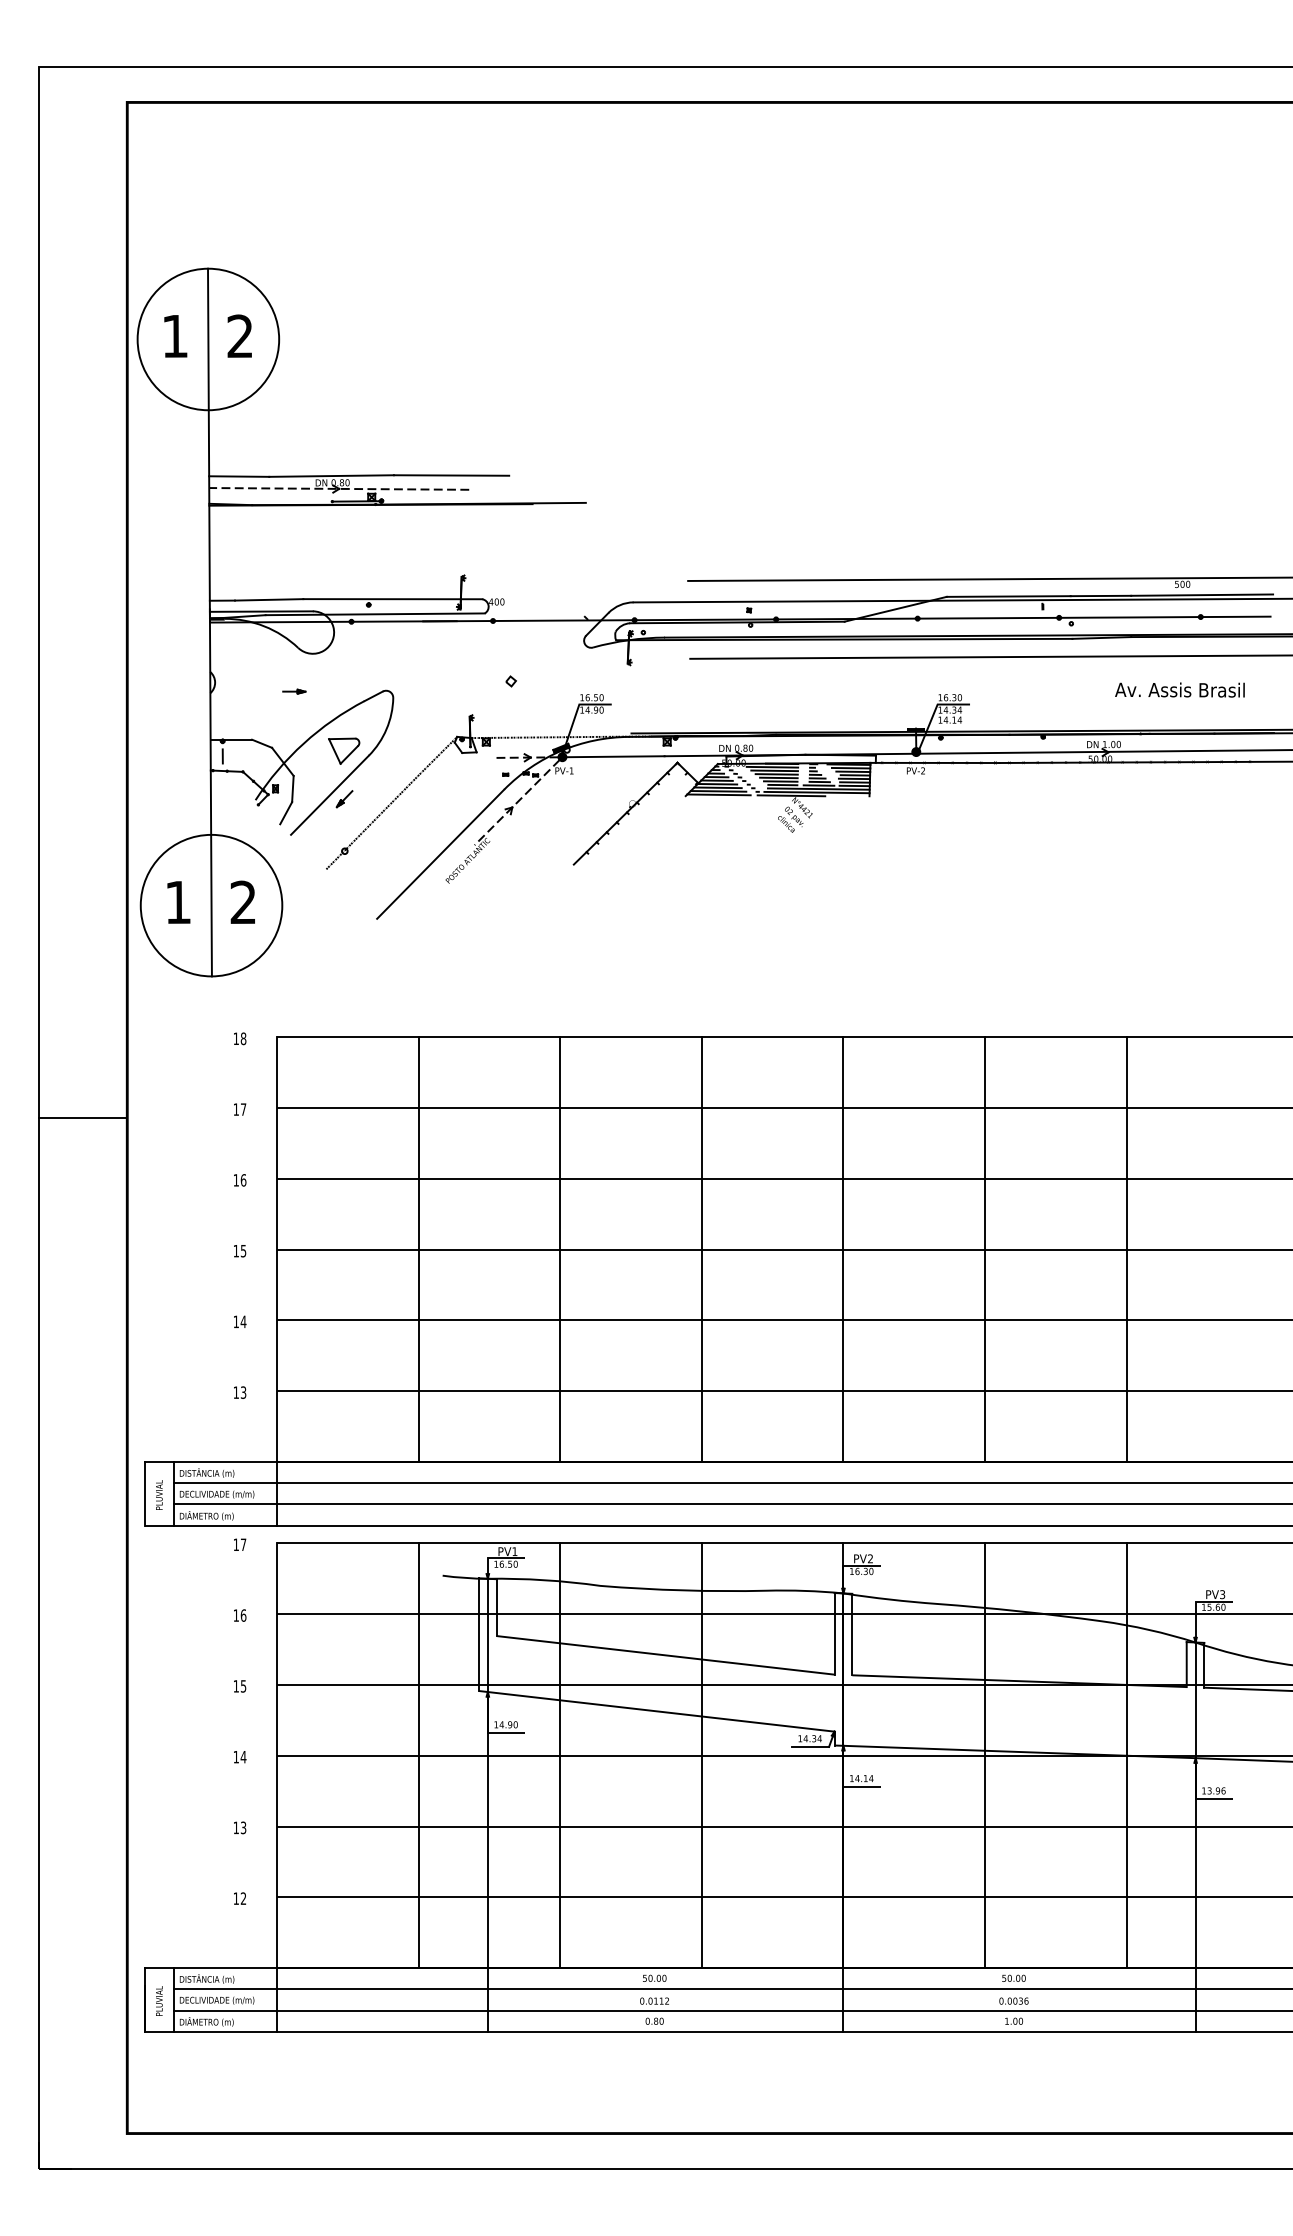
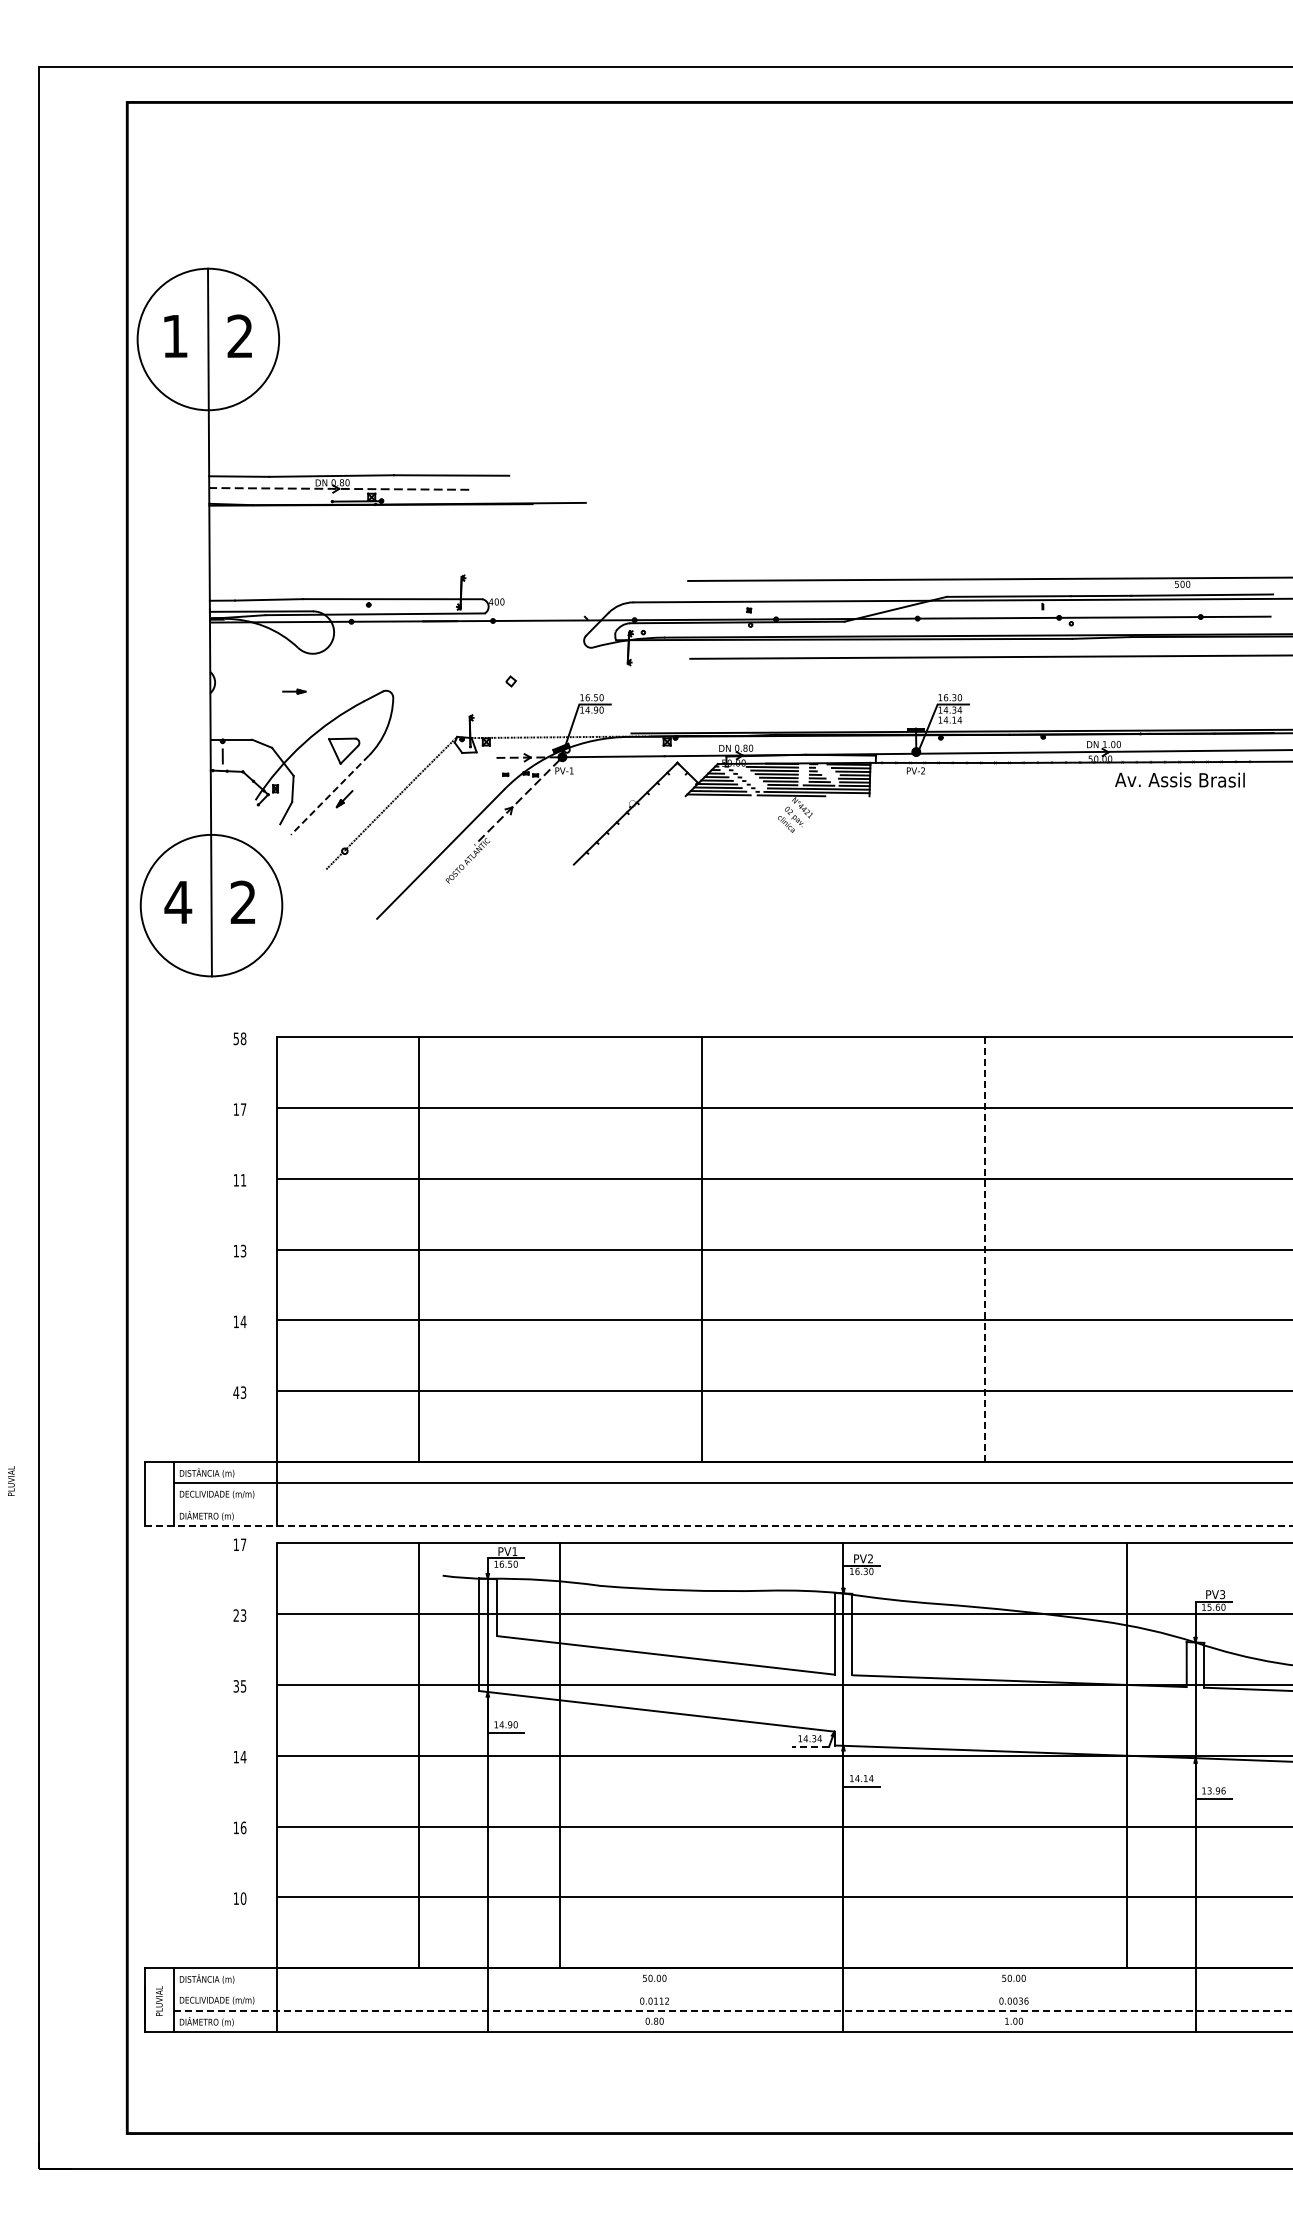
text at (1179, 689) position: (1179, 689) -> (1179, 779)
line at (329, 795): solid -> dashed
text at (178, 902): 1 -> 4
text at (235, 1038): 18 -> 58
line at (82, 1117): present -> none
text at (243, 1180): 16 -> 11
line at (560, 1249): present -> none
line at (843, 1249): present -> none
line at (985, 1249): solid -> dashed
line at (1126, 1249): present -> none
text at (243, 1250): 15 -> 13
text at (236, 1392): 13 -> 43
text at (159, 1494) position: (159, 1494) -> (11, 1480)
line at (731, 1504): present -> none
line at (718, 1525): solid -> dashed
text at (239, 1615): 16 -> 23
text at (235, 1686): 15 -> 35
line at (810, 1746): solid -> dashed
line at (701, 1755): present -> none
line at (985, 1755): present -> none
text at (243, 1827): 13 -> 16
text at (243, 1898): 12 -> 10
line at (731, 1989): present -> none
line at (733, 2010): solid -> dashed
